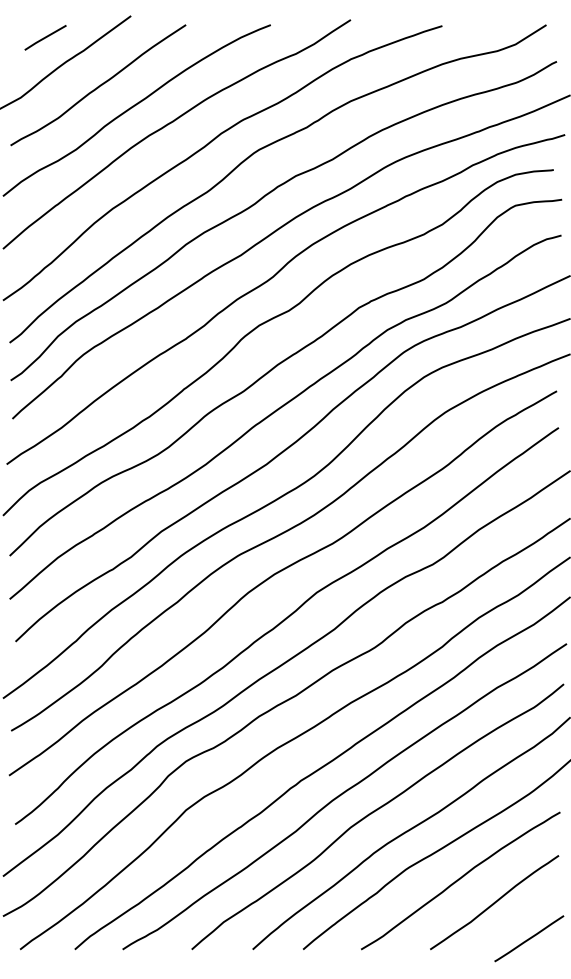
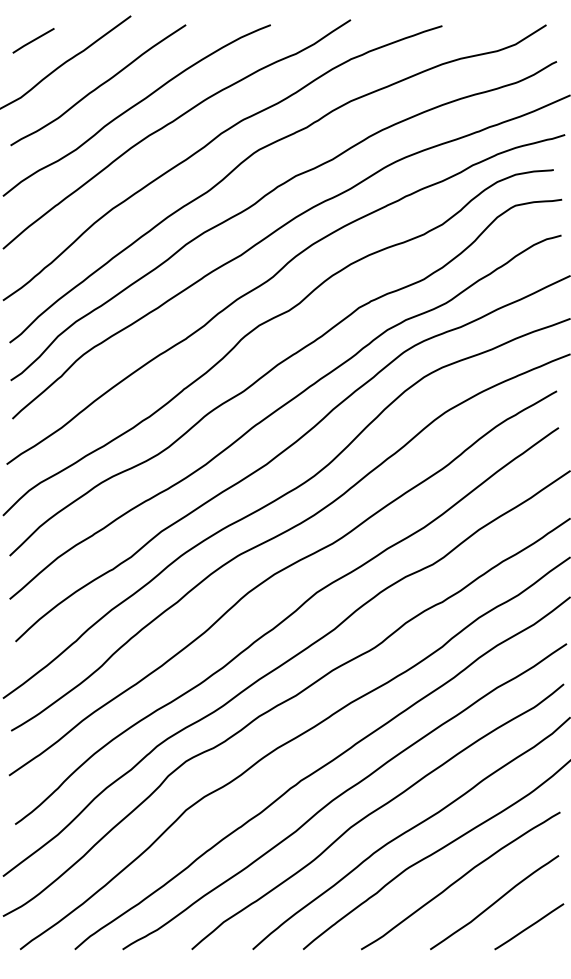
line at (45, 37) position: (45, 37) -> (33, 40)
line at (529, 938) position: (529, 938) -> (529, 926)
